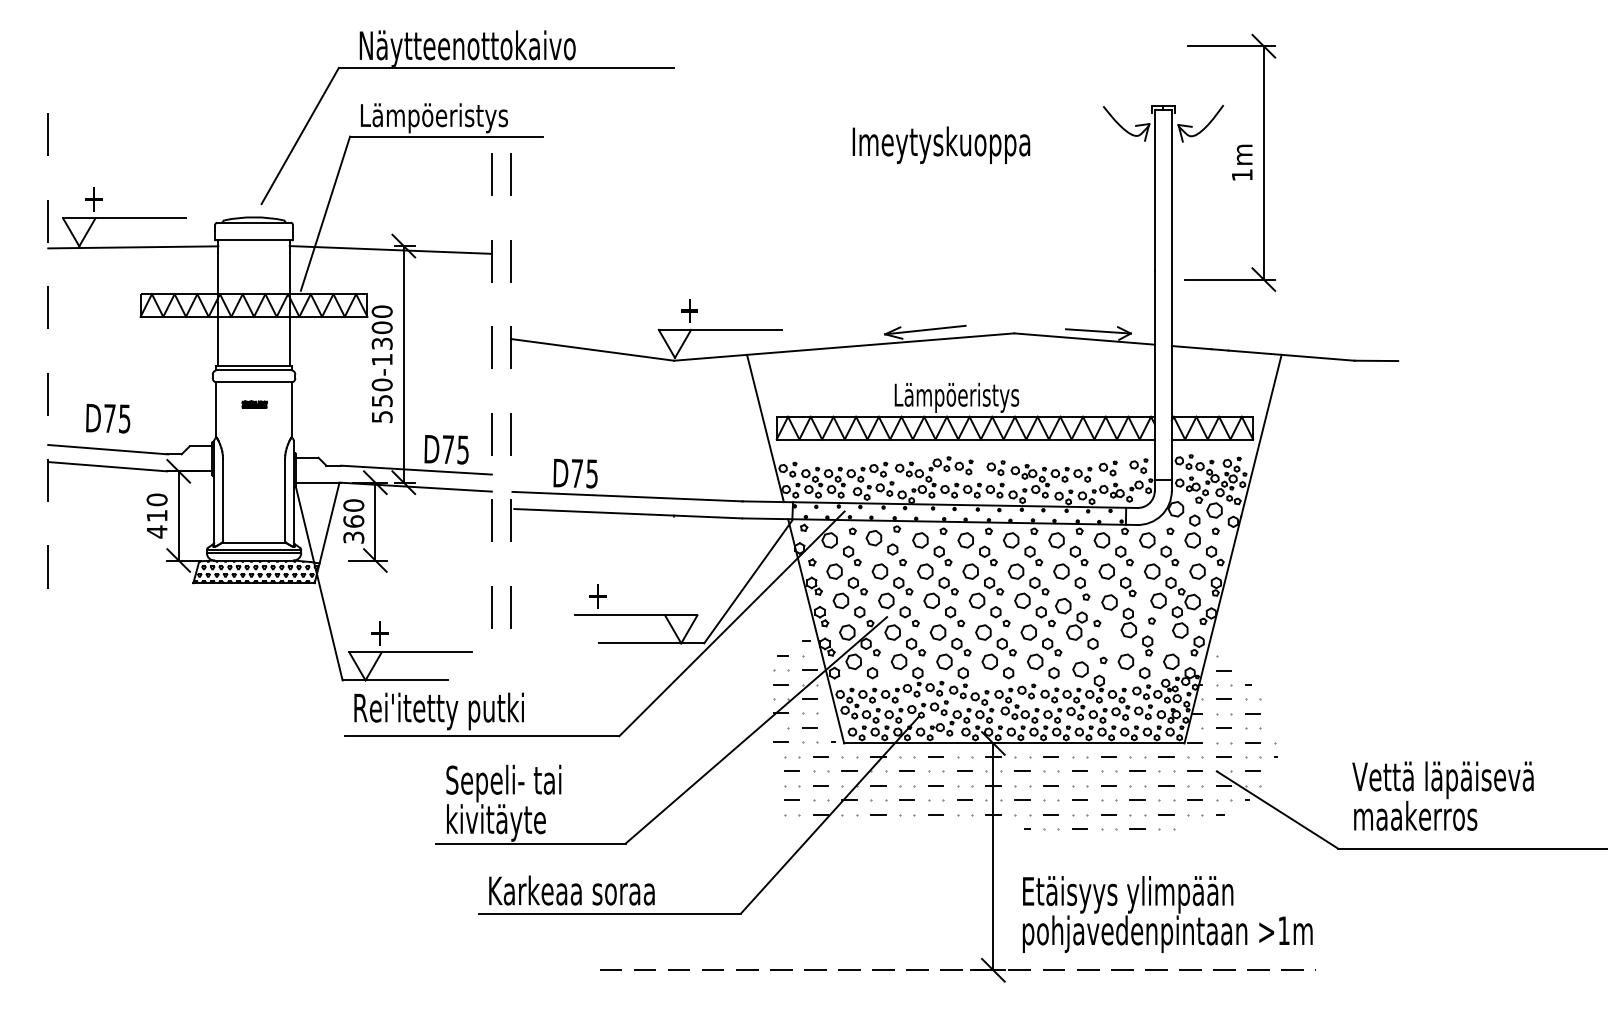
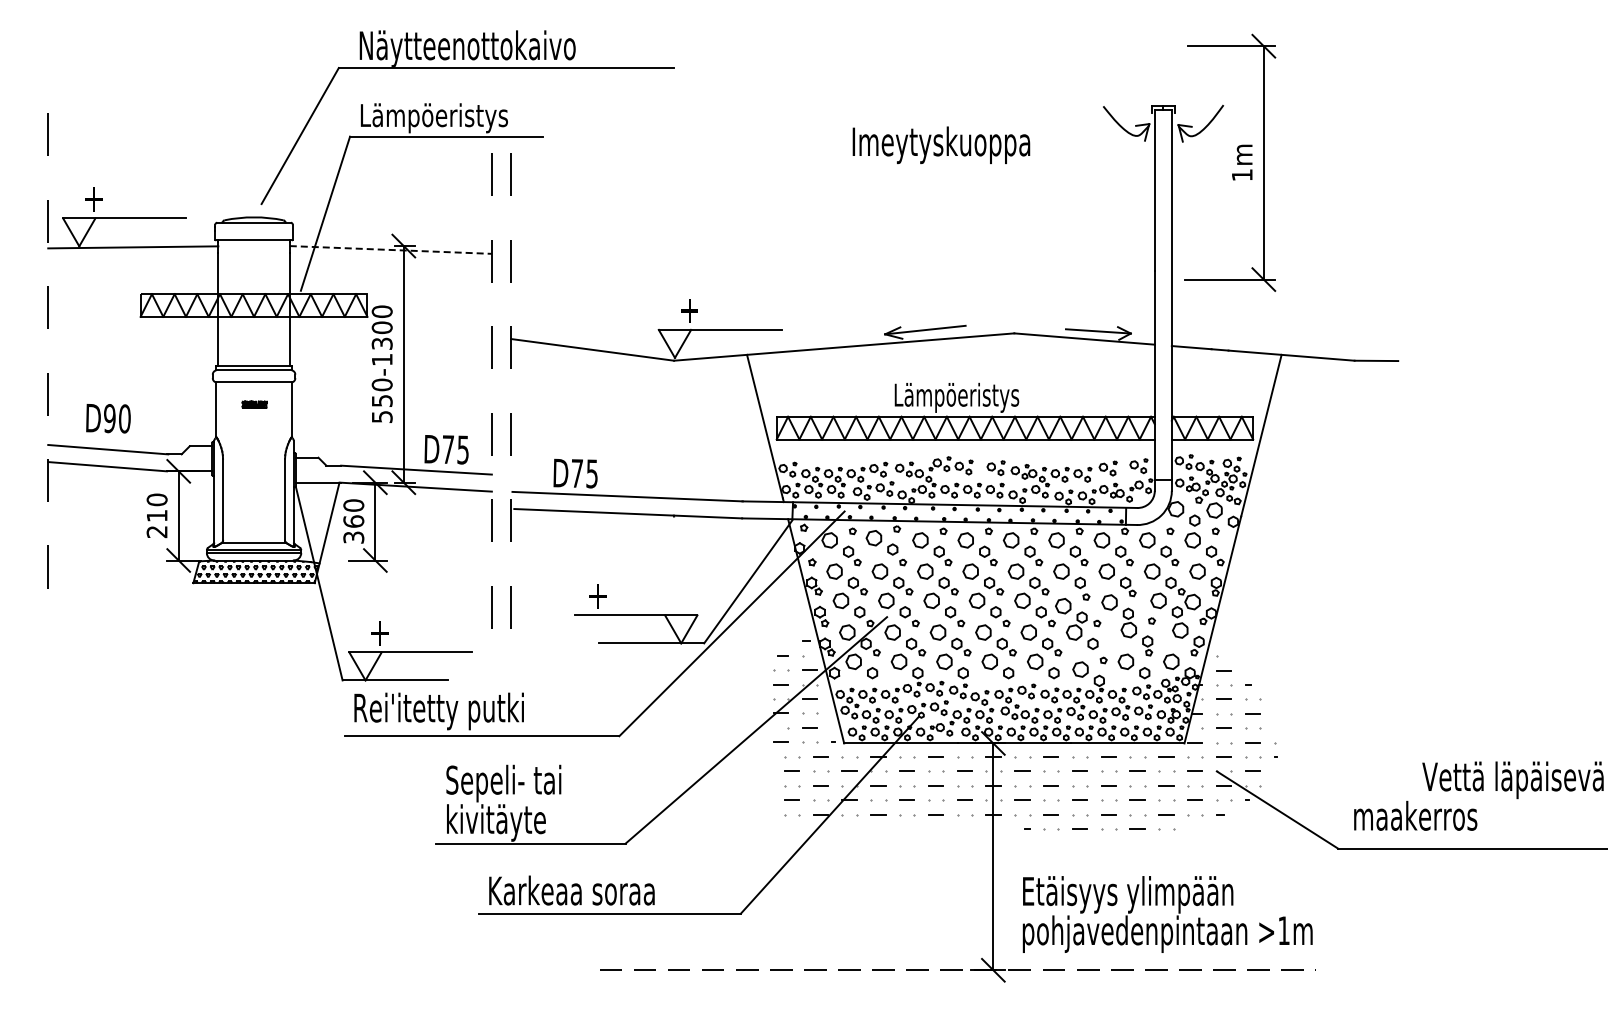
line at (391, 249): solid -> dashed
text at (117, 418): D75 -> D90
text at (156, 531): 410 -> 210
text at (1442, 780) position: (1442, 780) -> (1512, 780)
